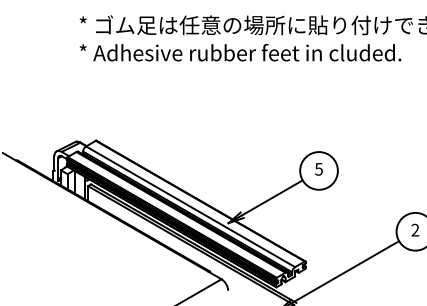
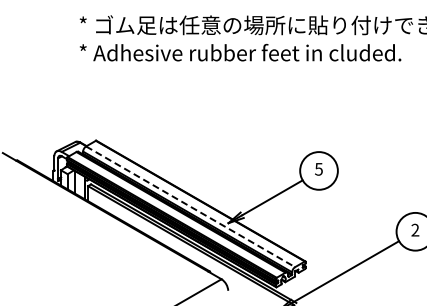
line at (190, 206): solid -> dashed
